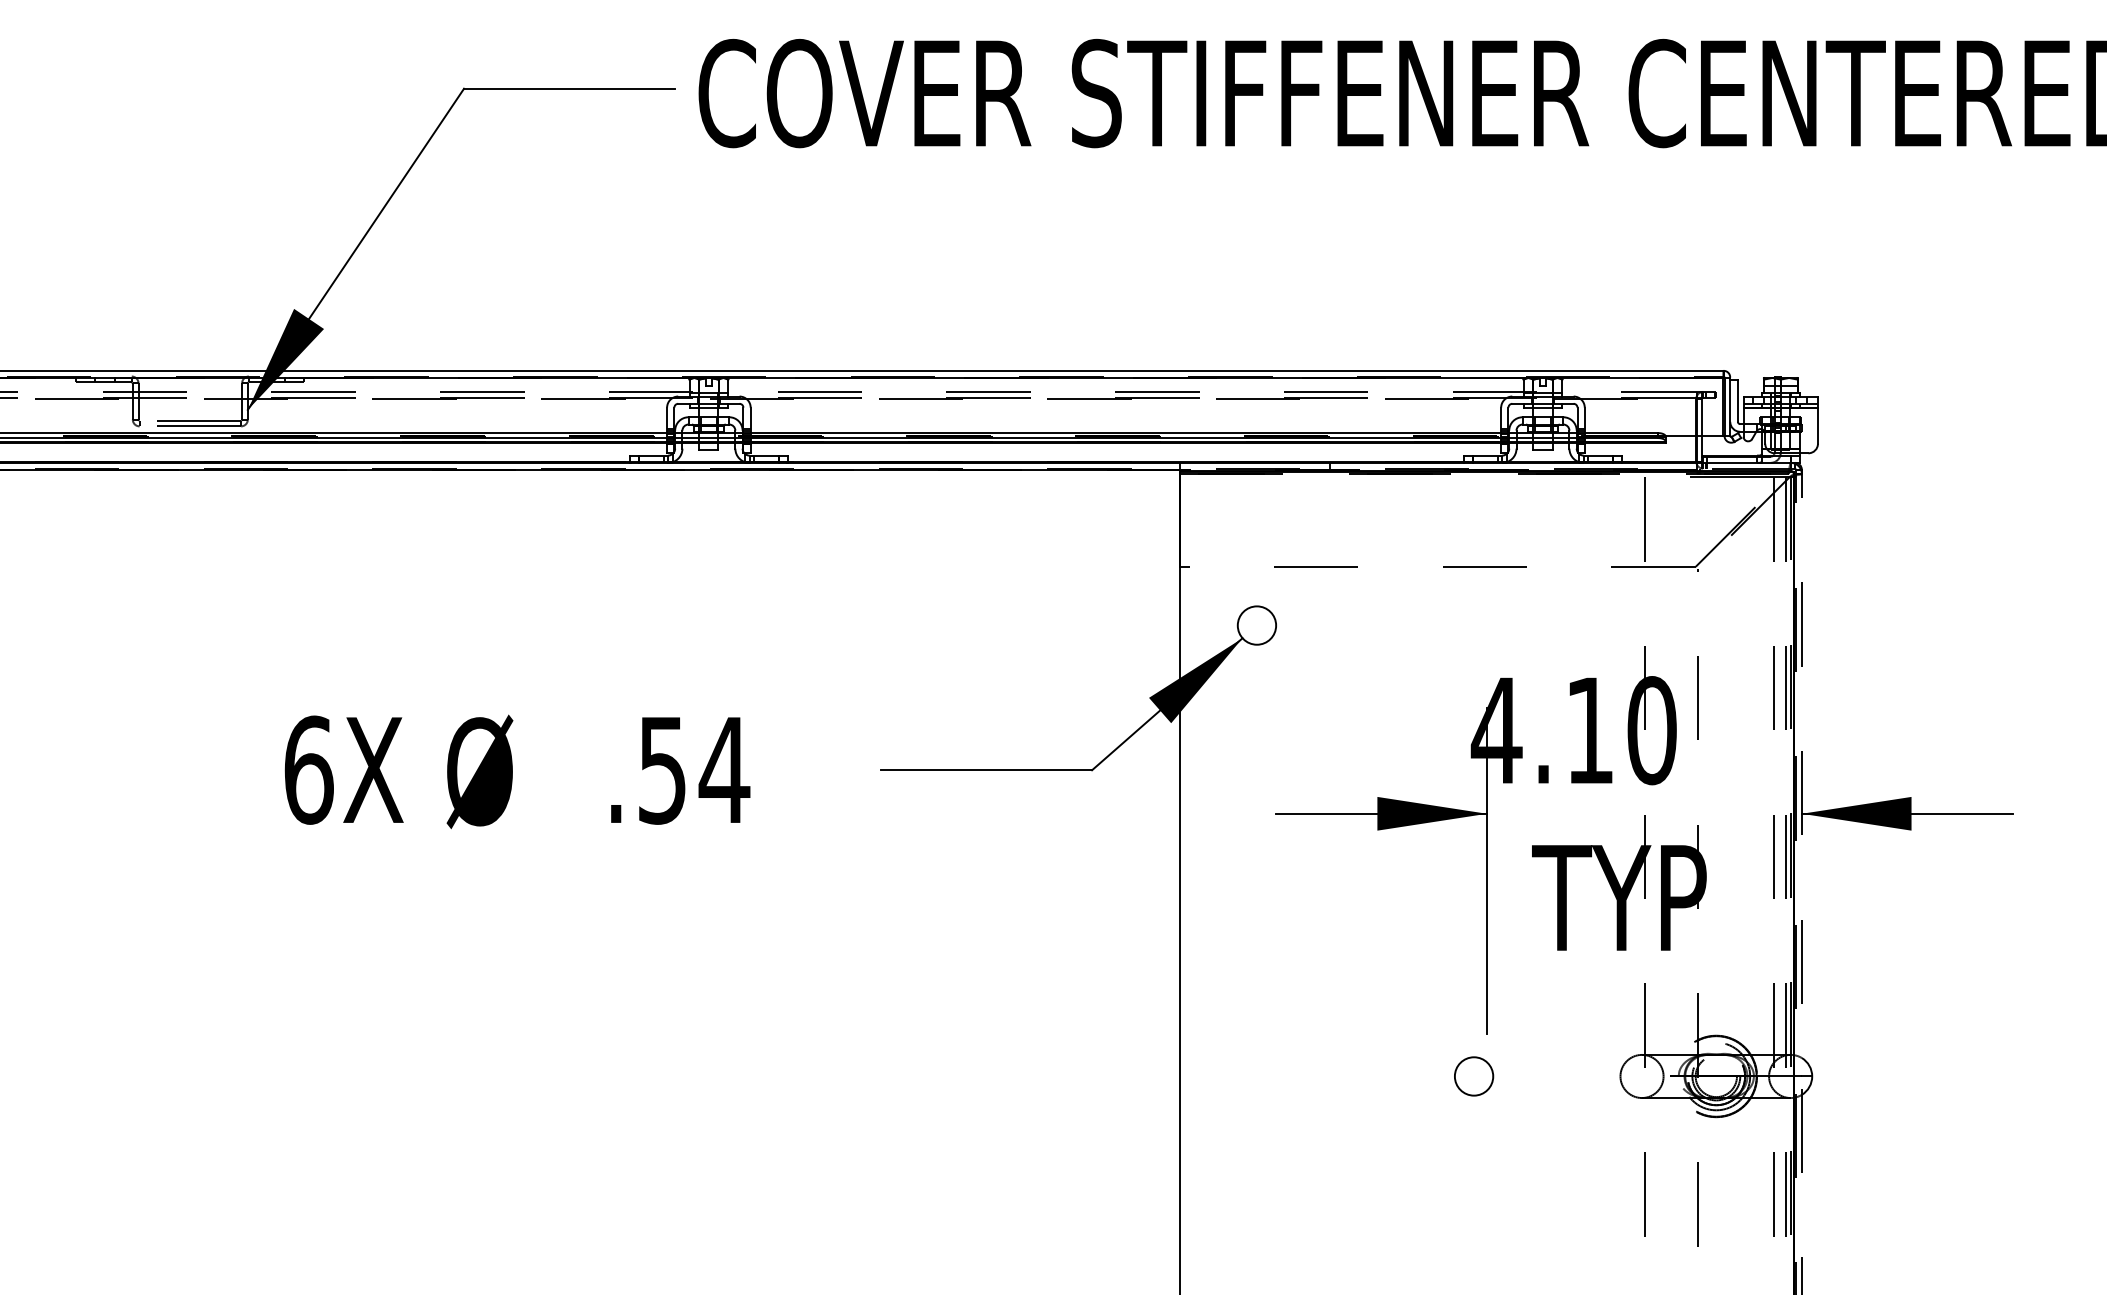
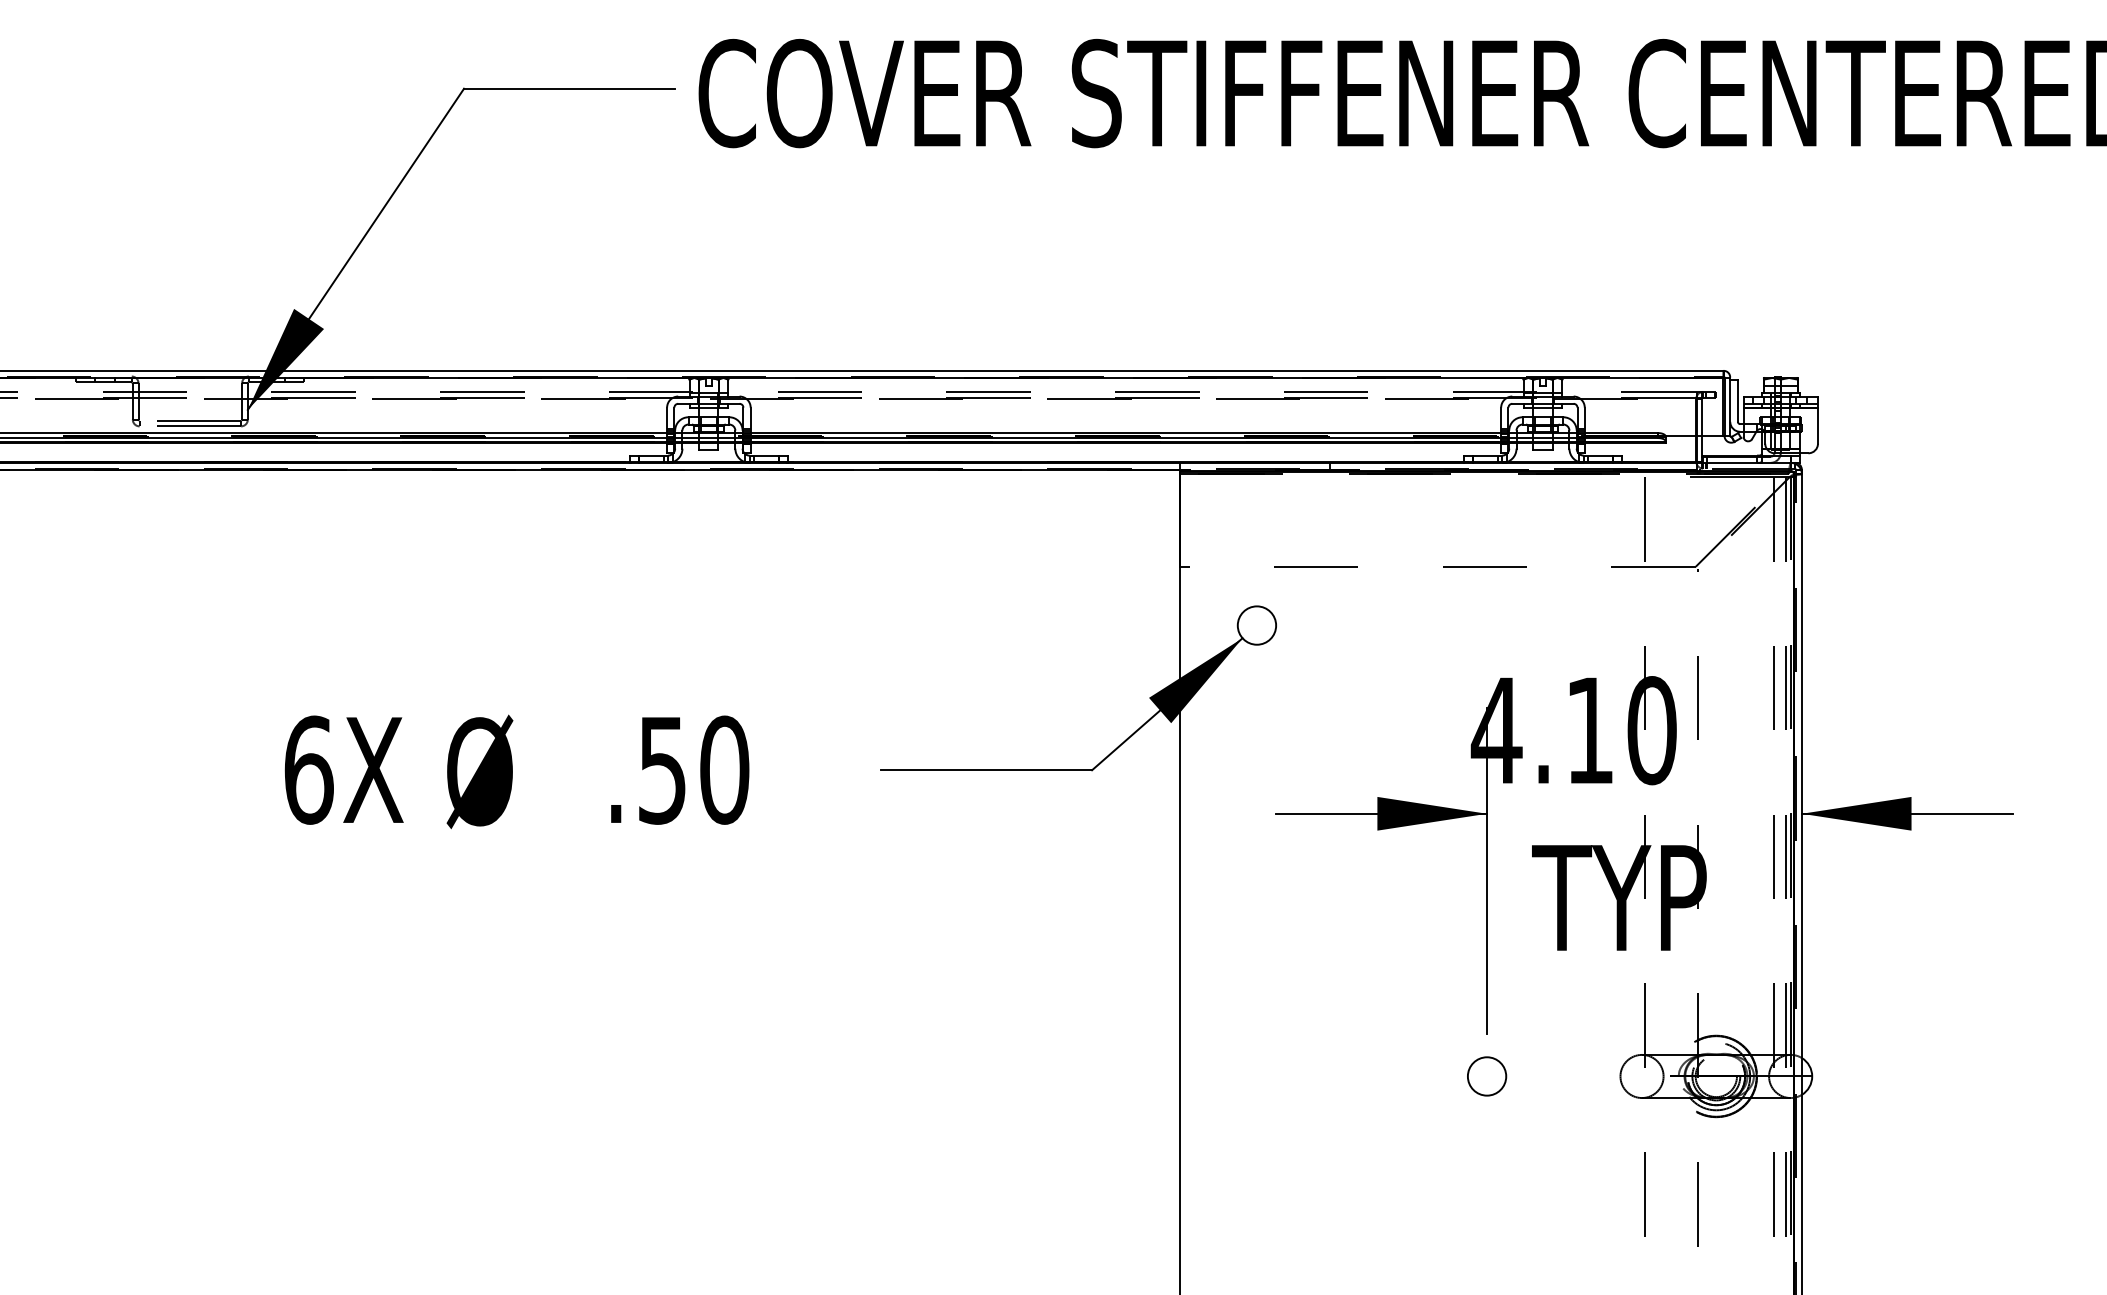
text at (724, 769): .54 -> .50
line at (1801, 883): dashed -> solid
circle at (1474, 1076) position: (1474, 1076) -> (1487, 1076)
